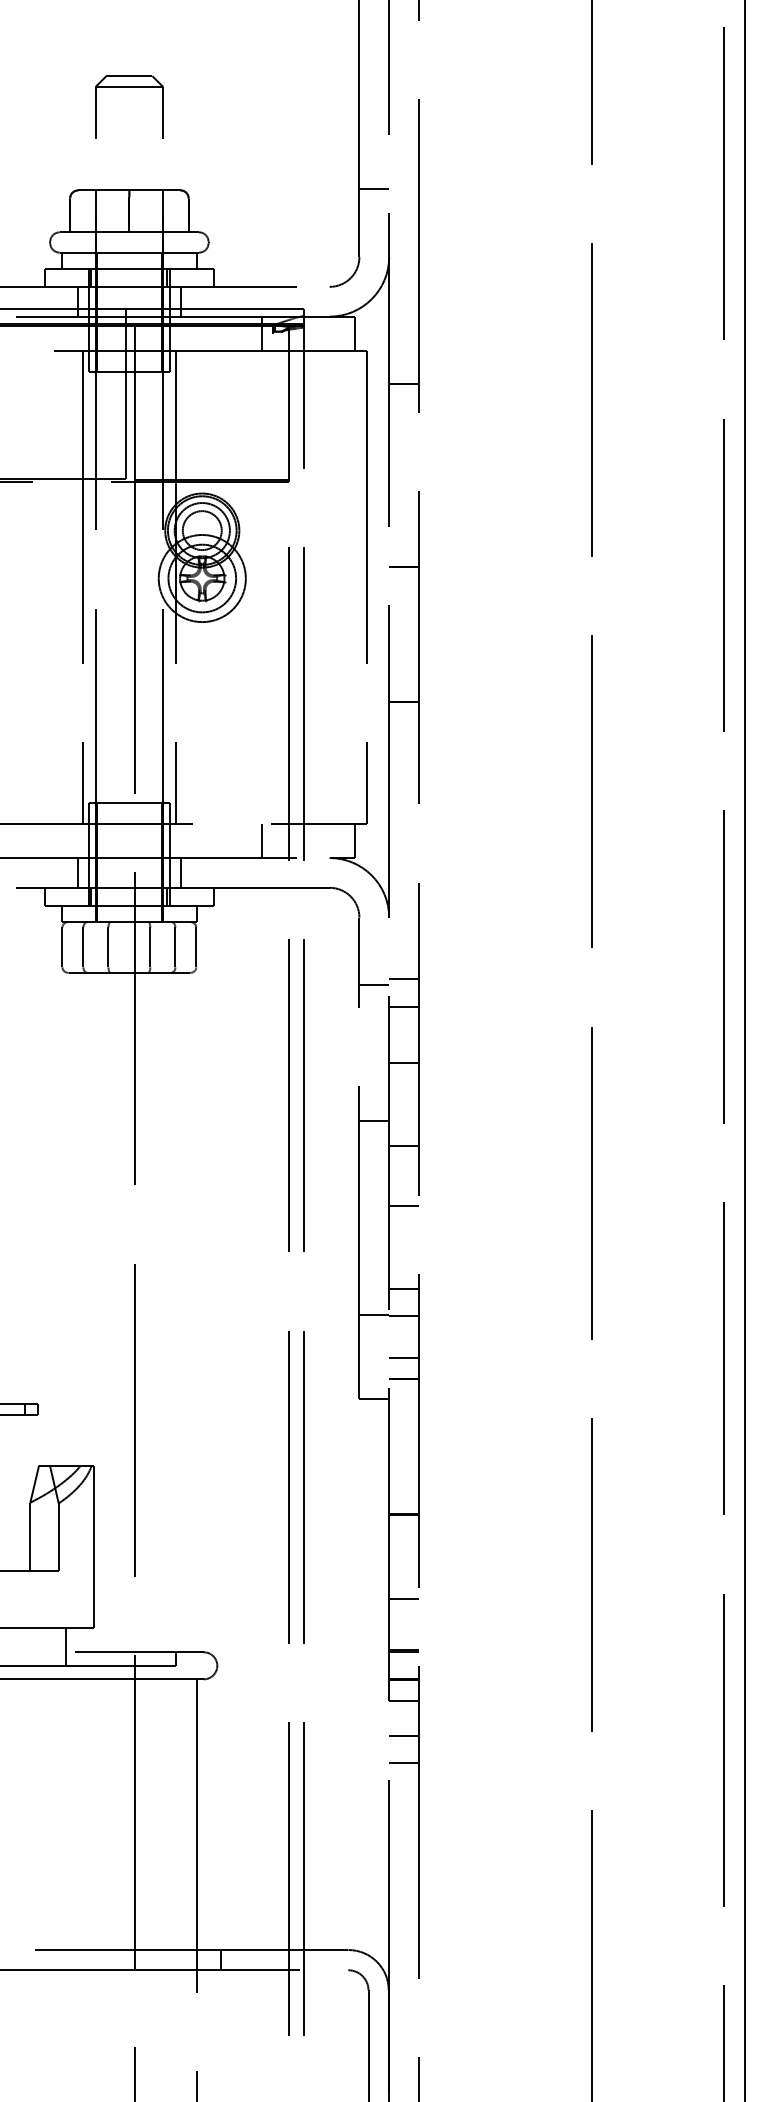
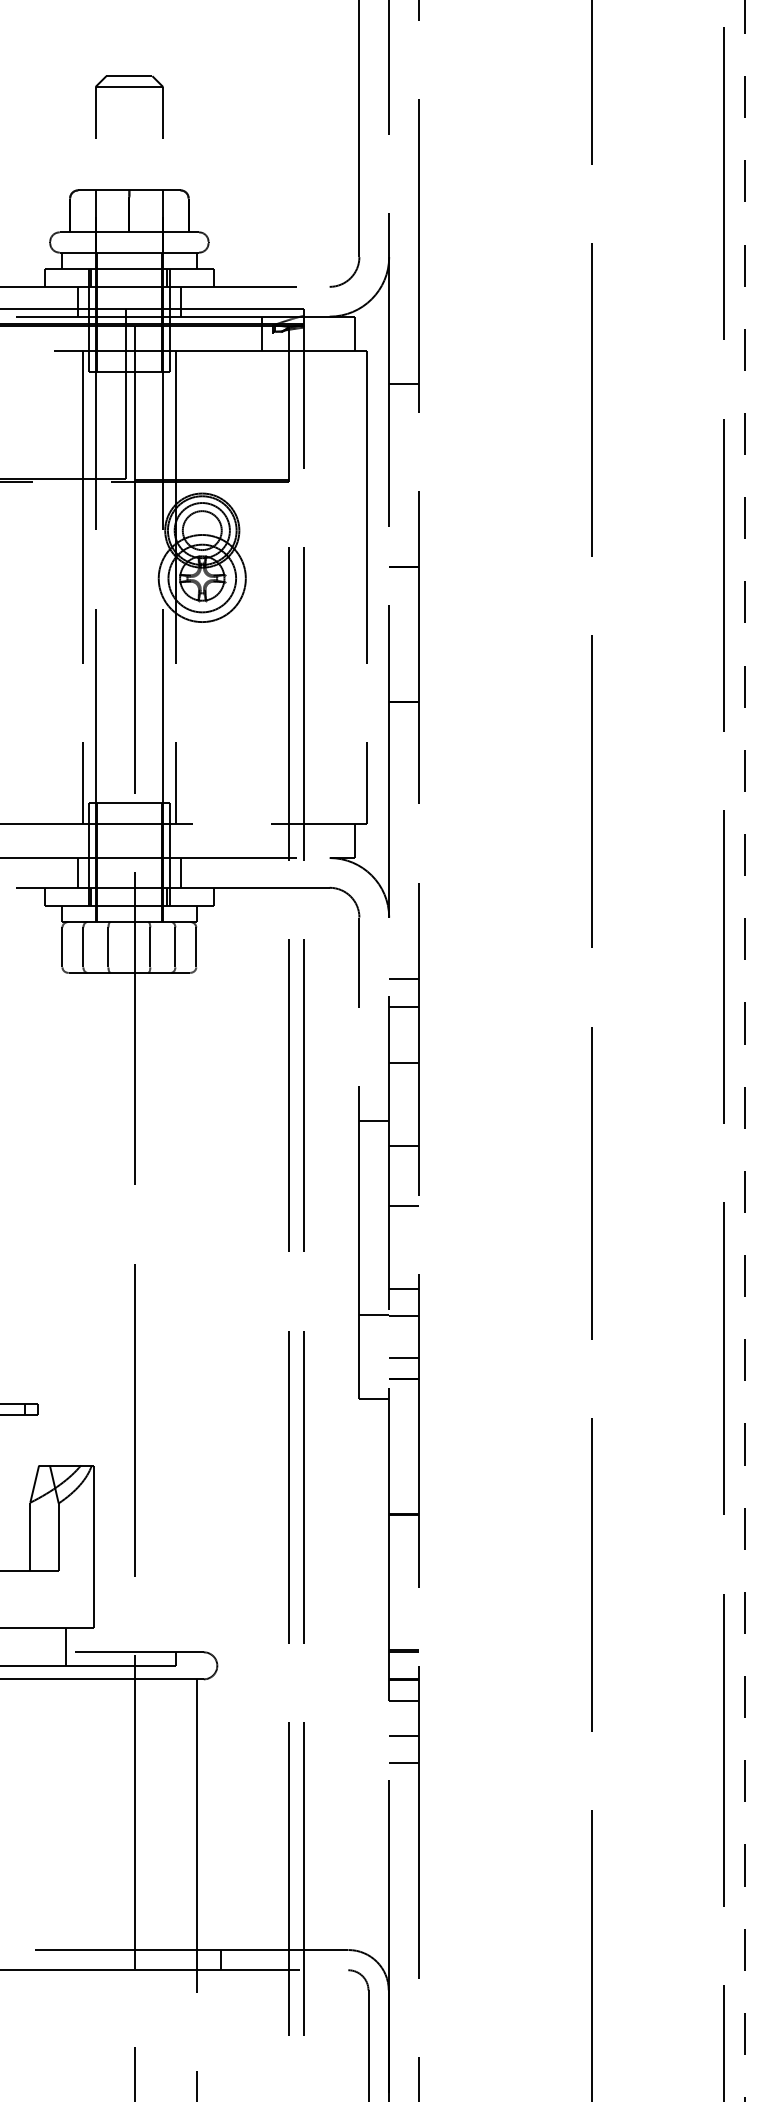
line at (374, 189): present -> none
line at (262, 840): present -> none
line at (374, 985): present -> none
line at (744, 1051): solid -> dashed
line at (403, 1598): present -> none
